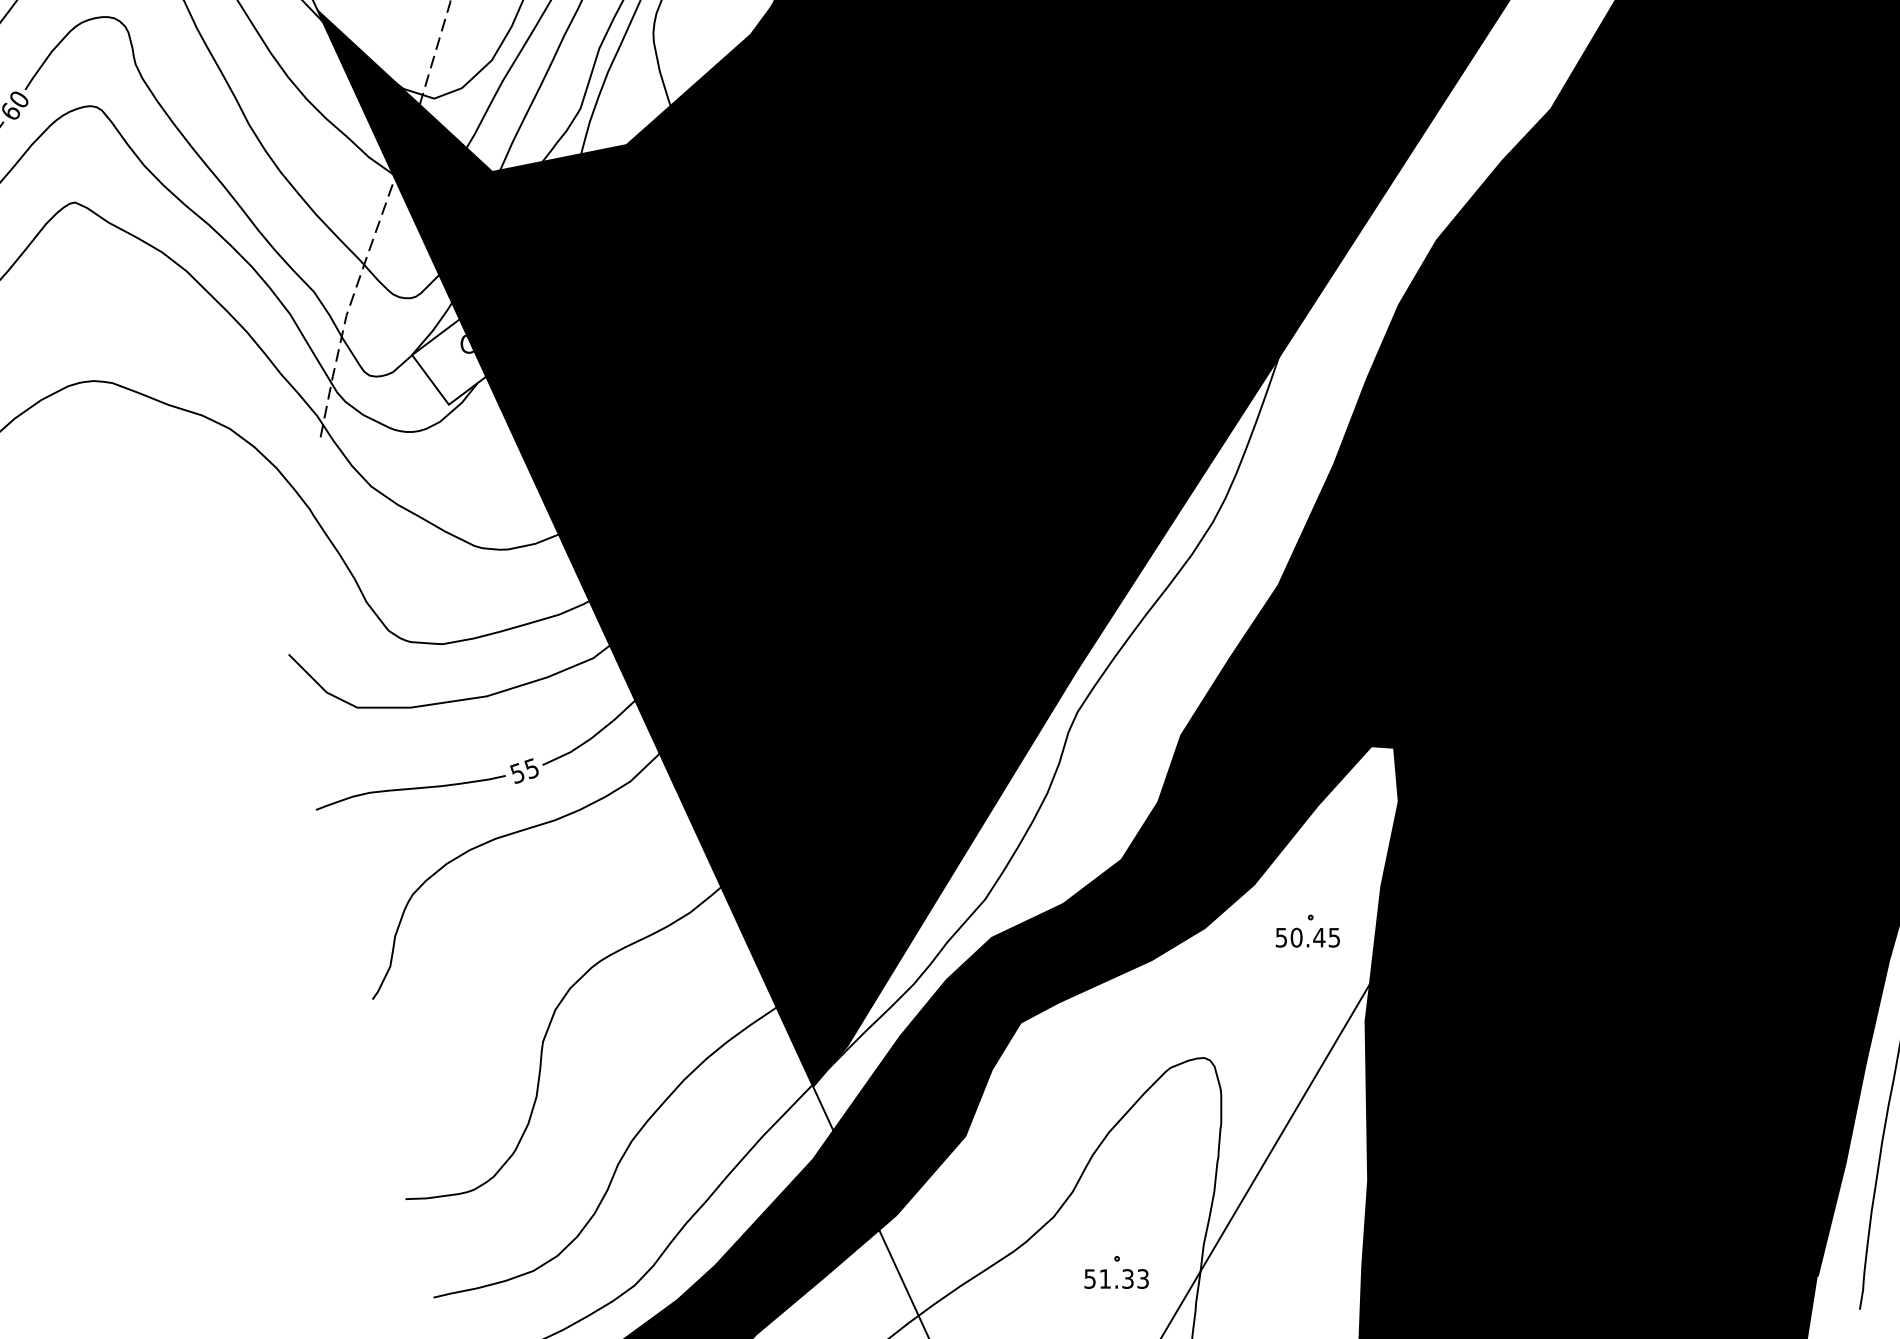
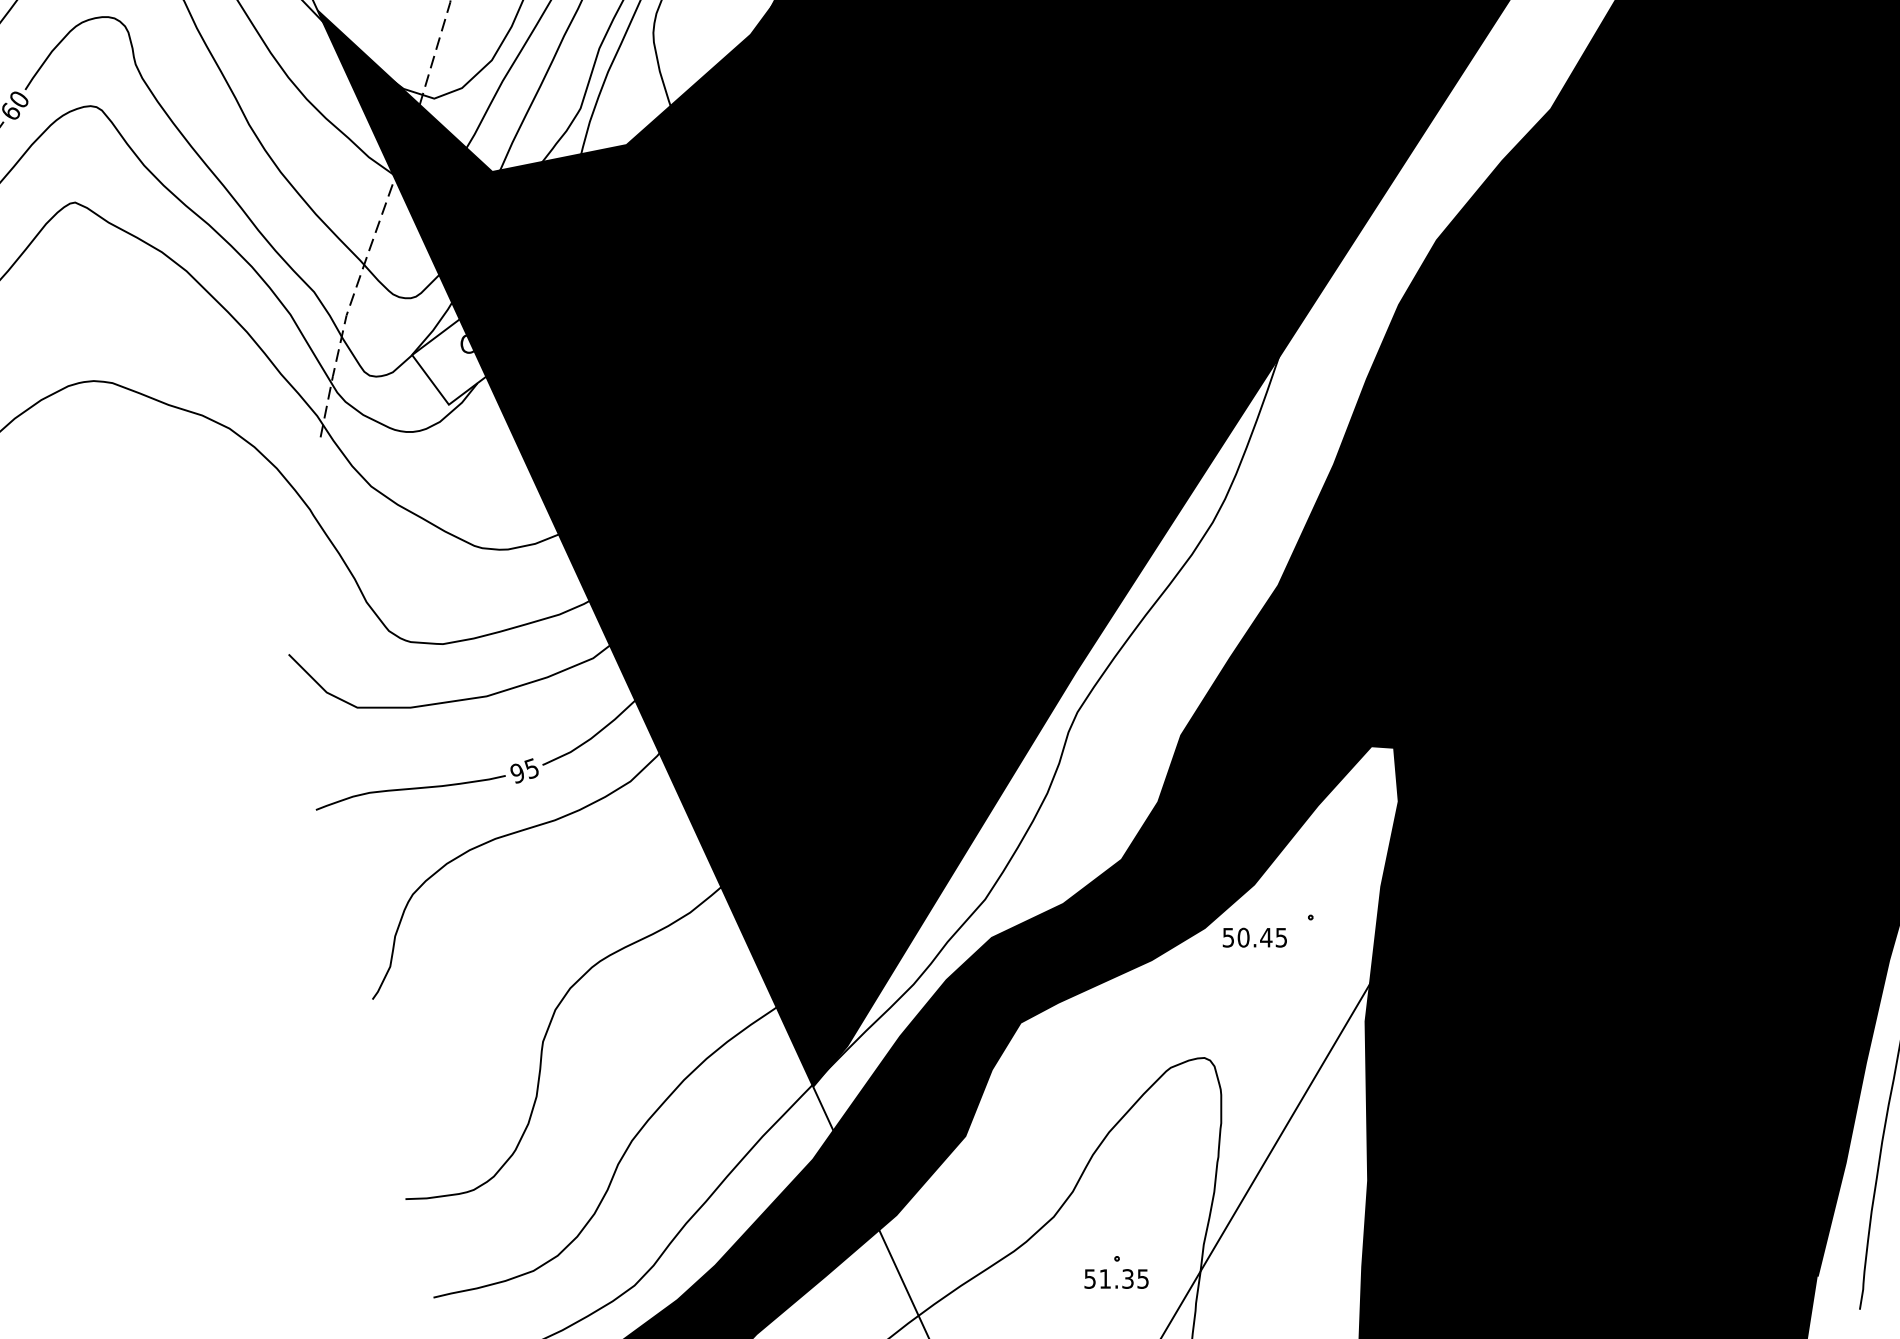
text at (517, 773): 55 -> 95
text at (1307, 937) position: (1307, 937) -> (1254, 937)
text at (1143, 1278): 51.33 -> 51.35
